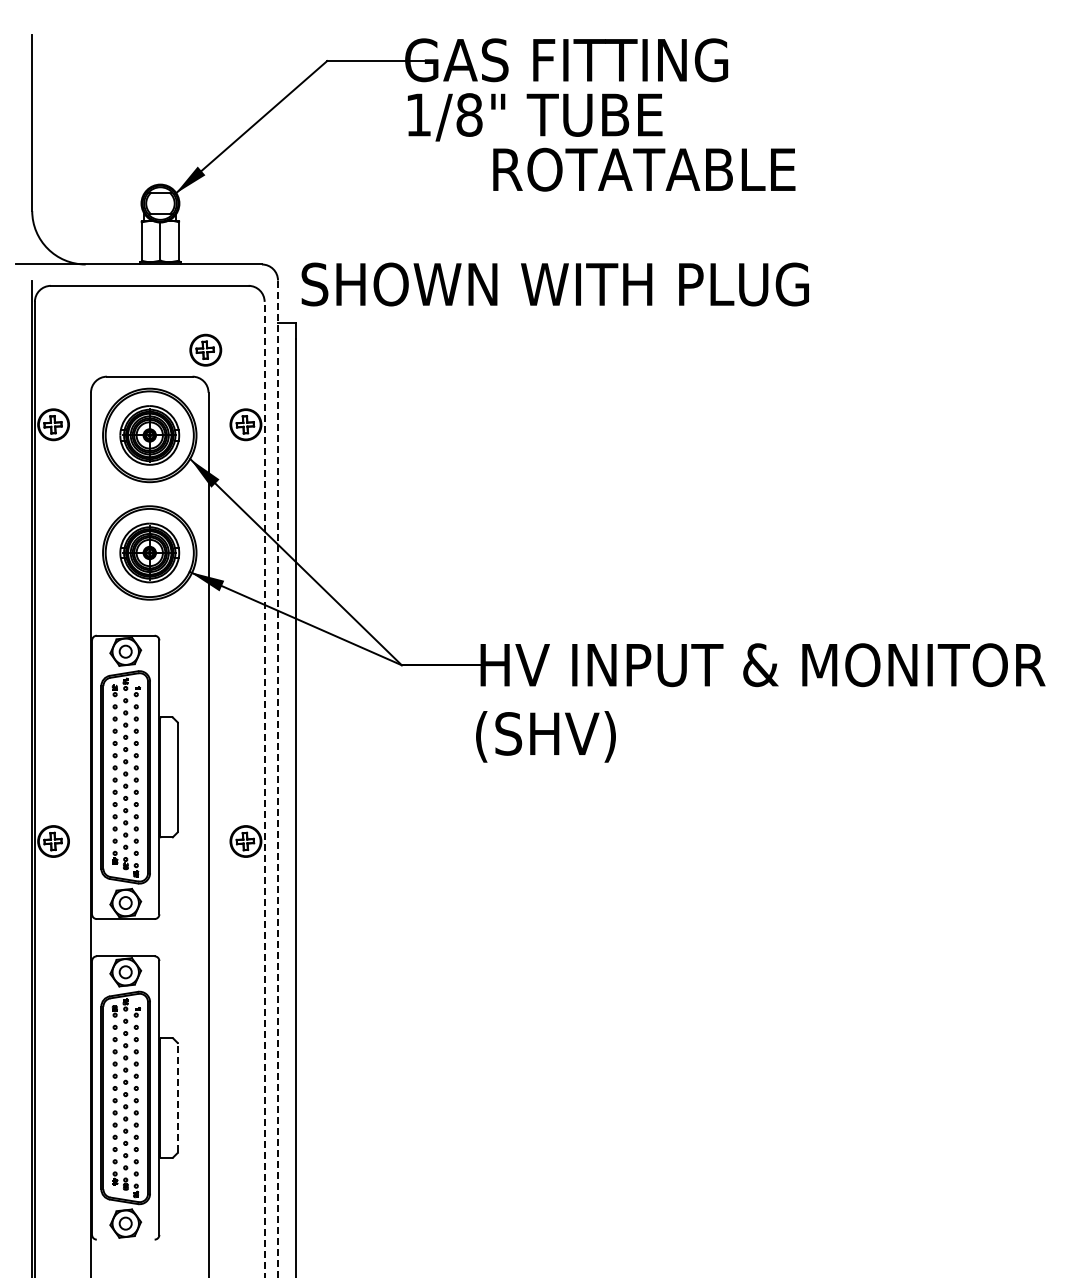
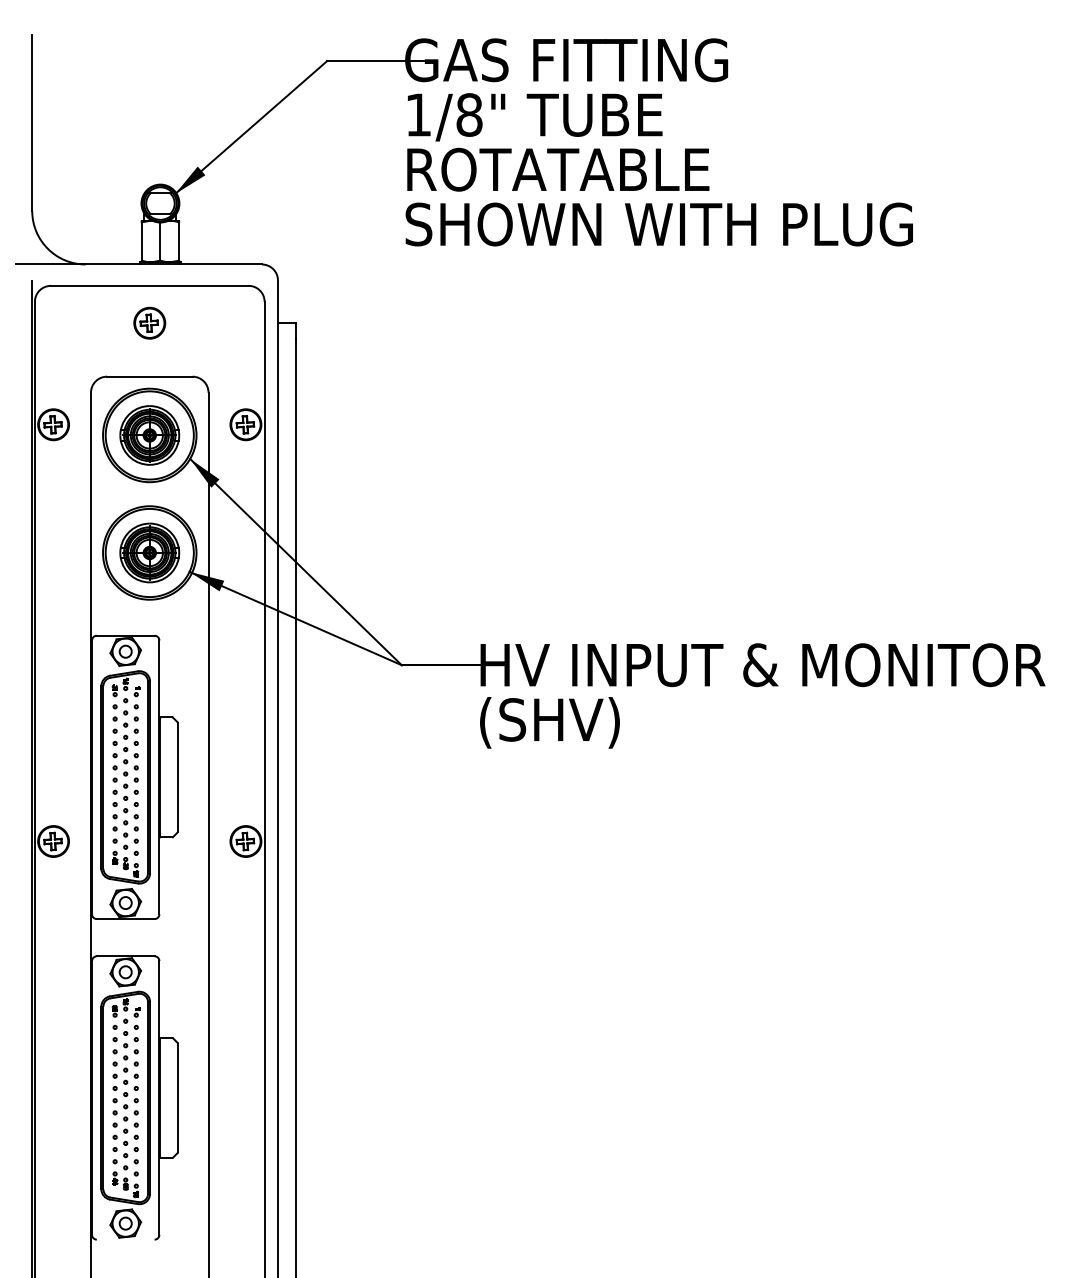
text at (644, 169) position: (644, 169) -> (558, 169)
text at (554, 284) position: (554, 284) -> (658, 224)
part at (205, 349) position: (205, 349) -> (149, 322)
text at (545, 736) position: (545, 736) -> (549, 722)
line at (278, 779): dashed -> solid
line at (264, 789): dashed -> solid
line at (178, 1097): dashed -> solid
